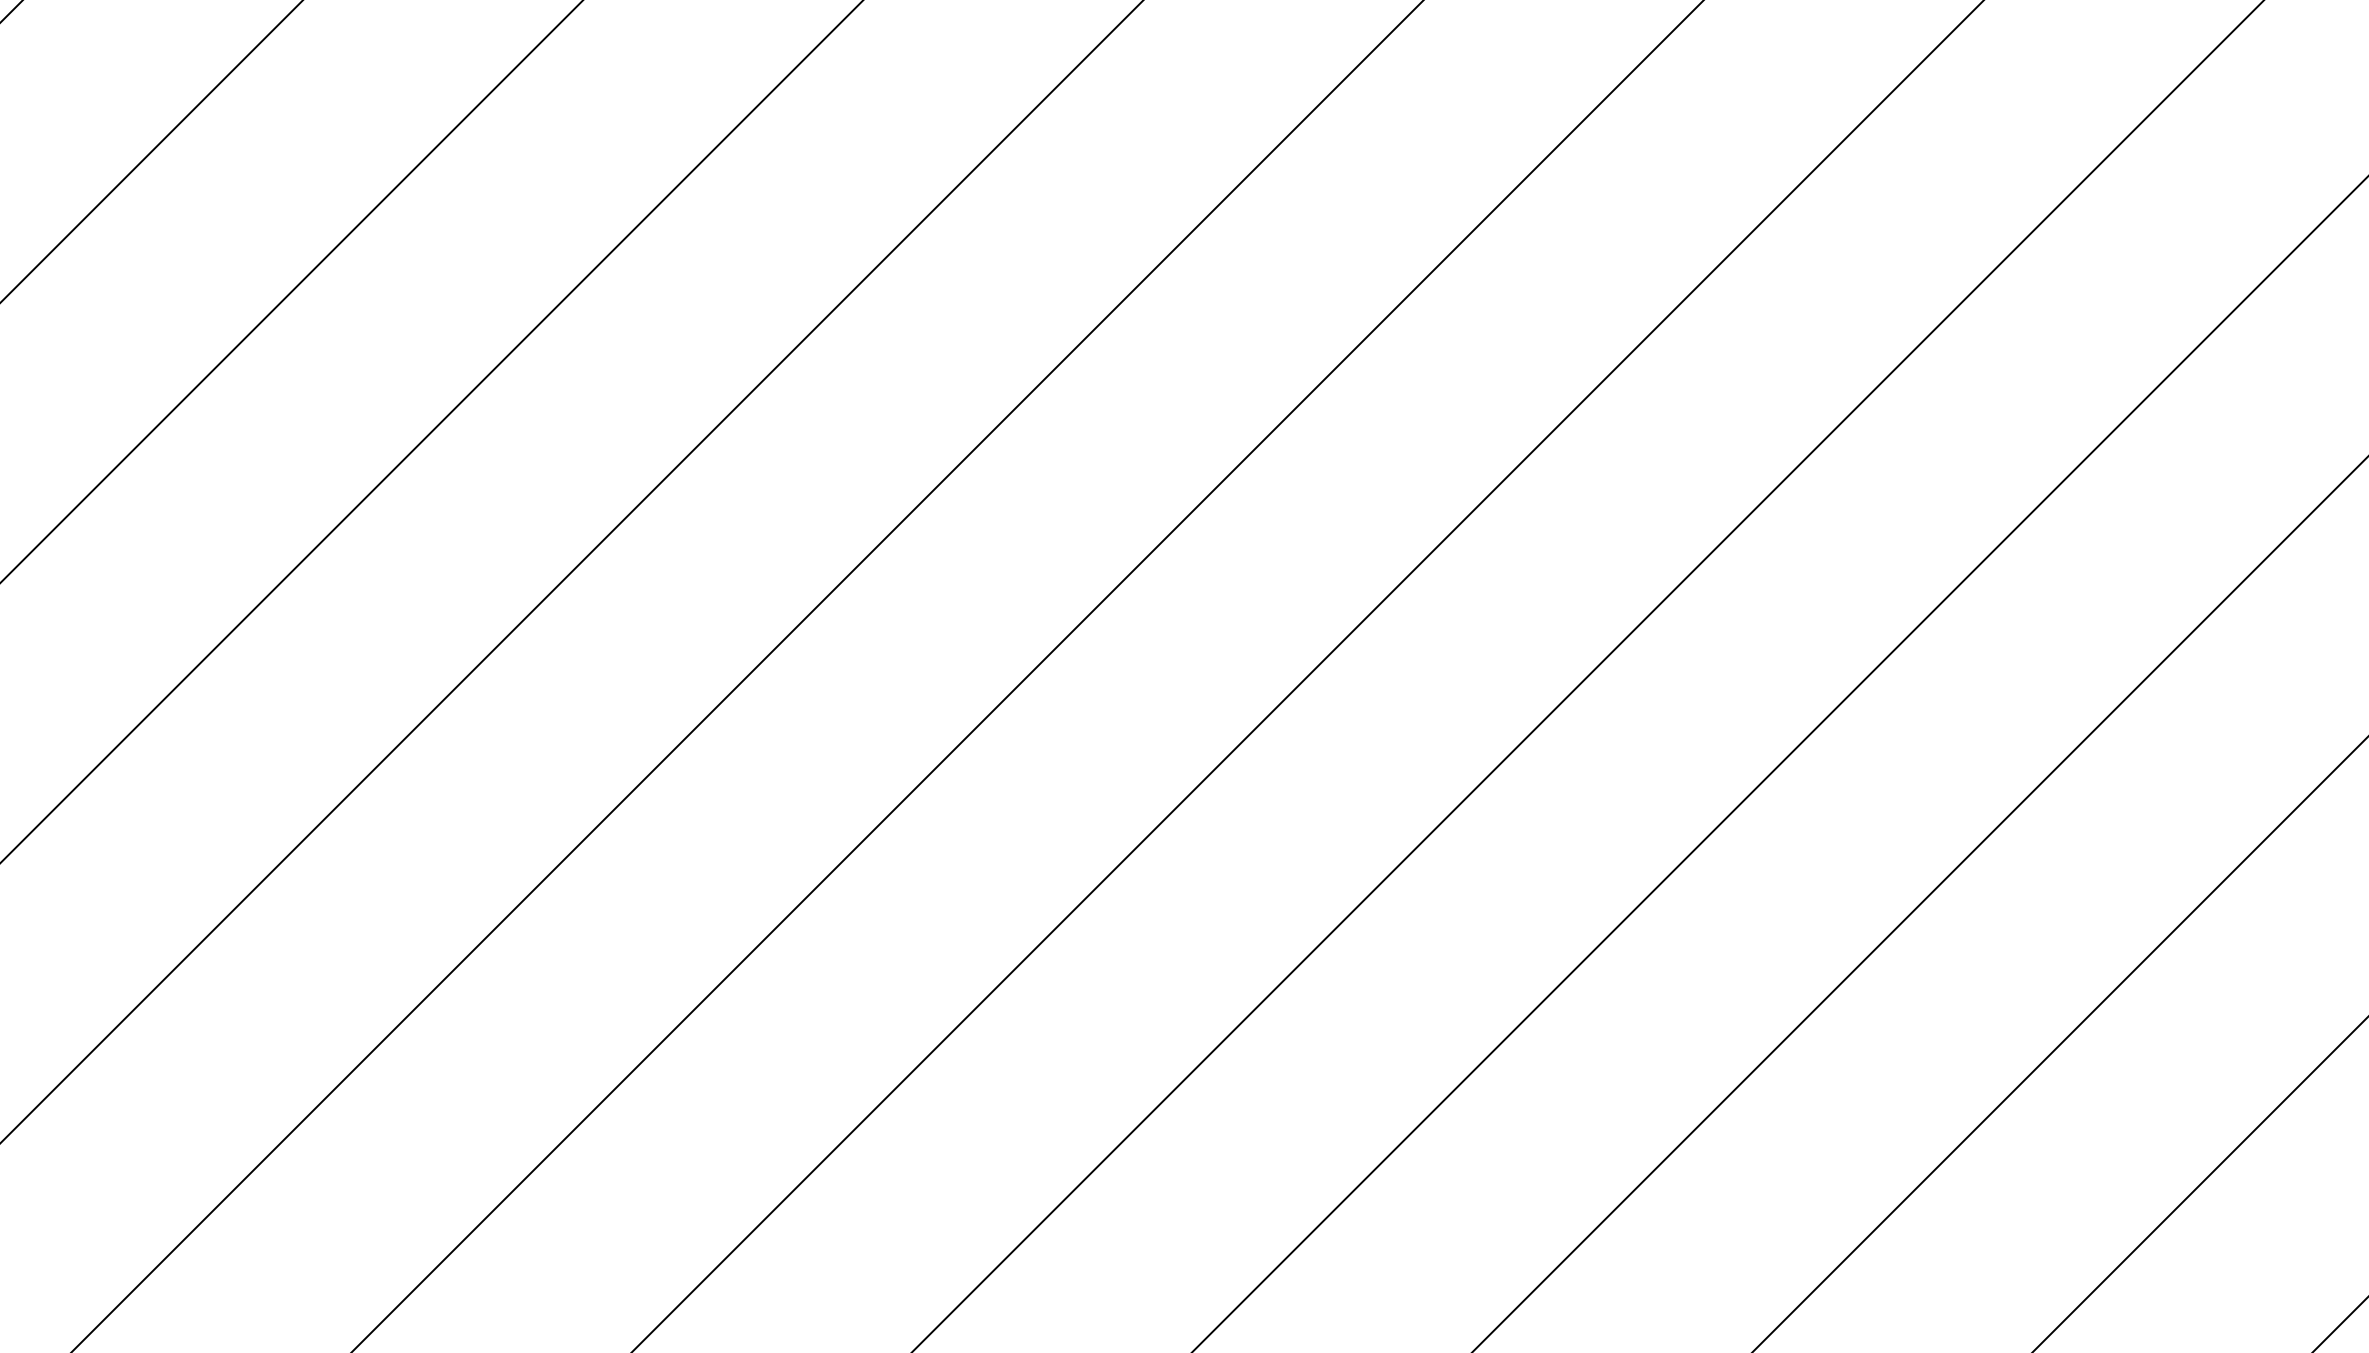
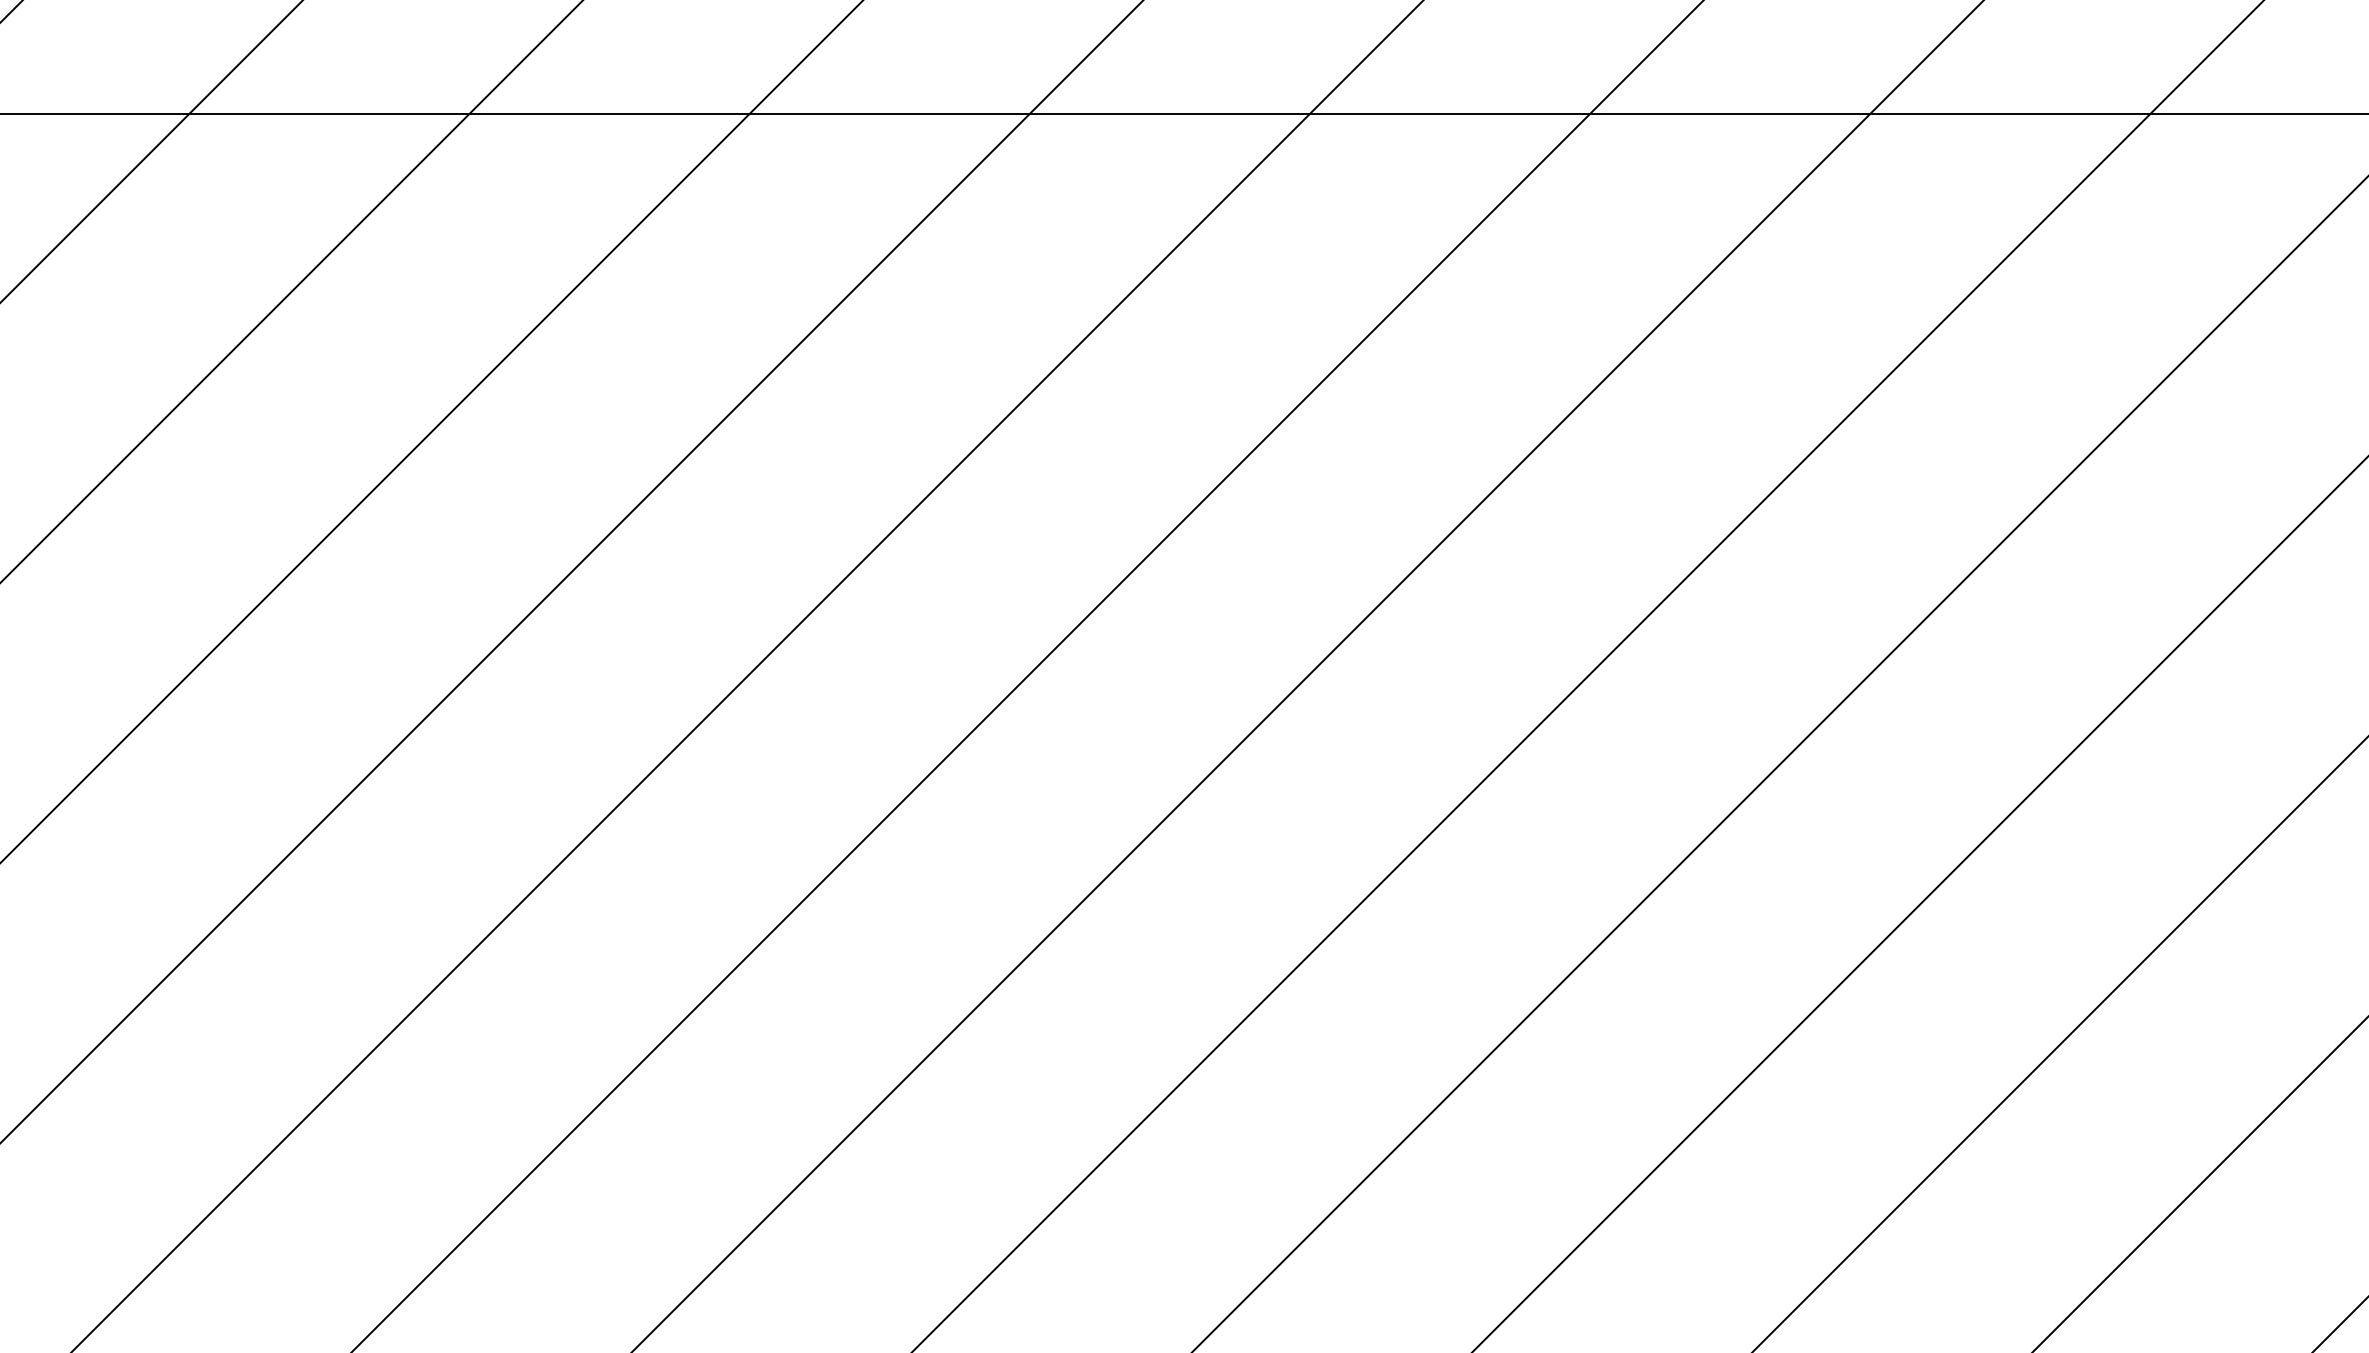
line at (1183, 114): none -> present
